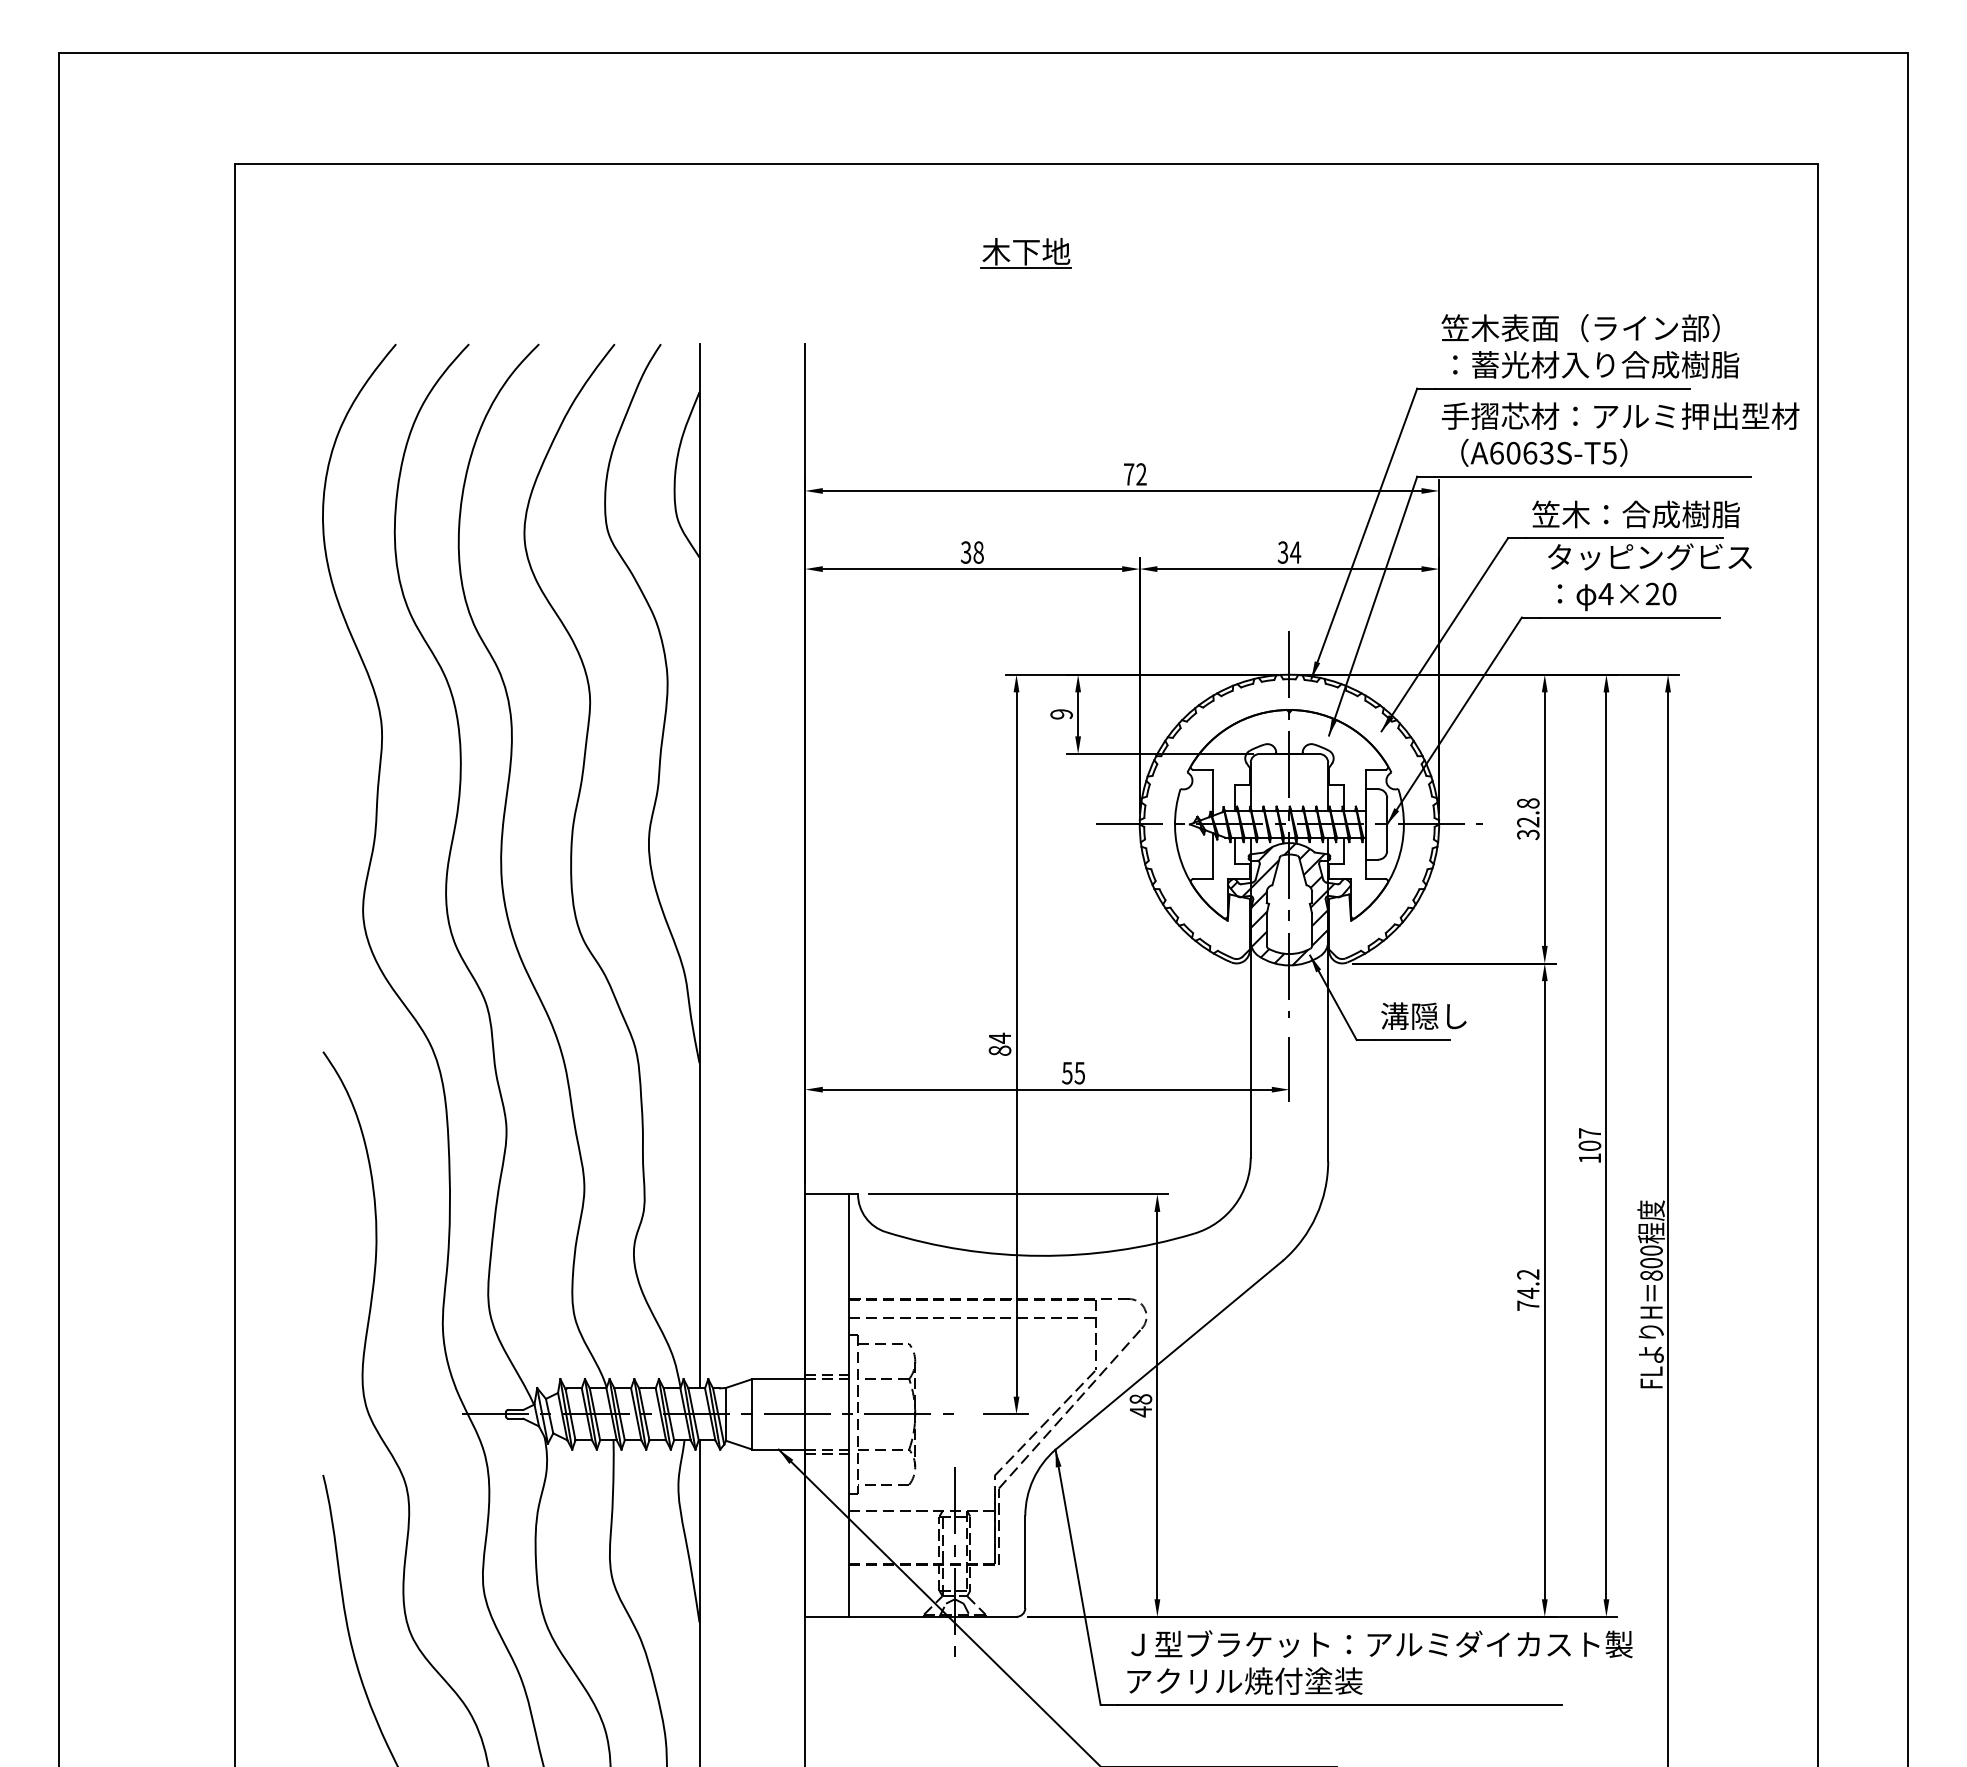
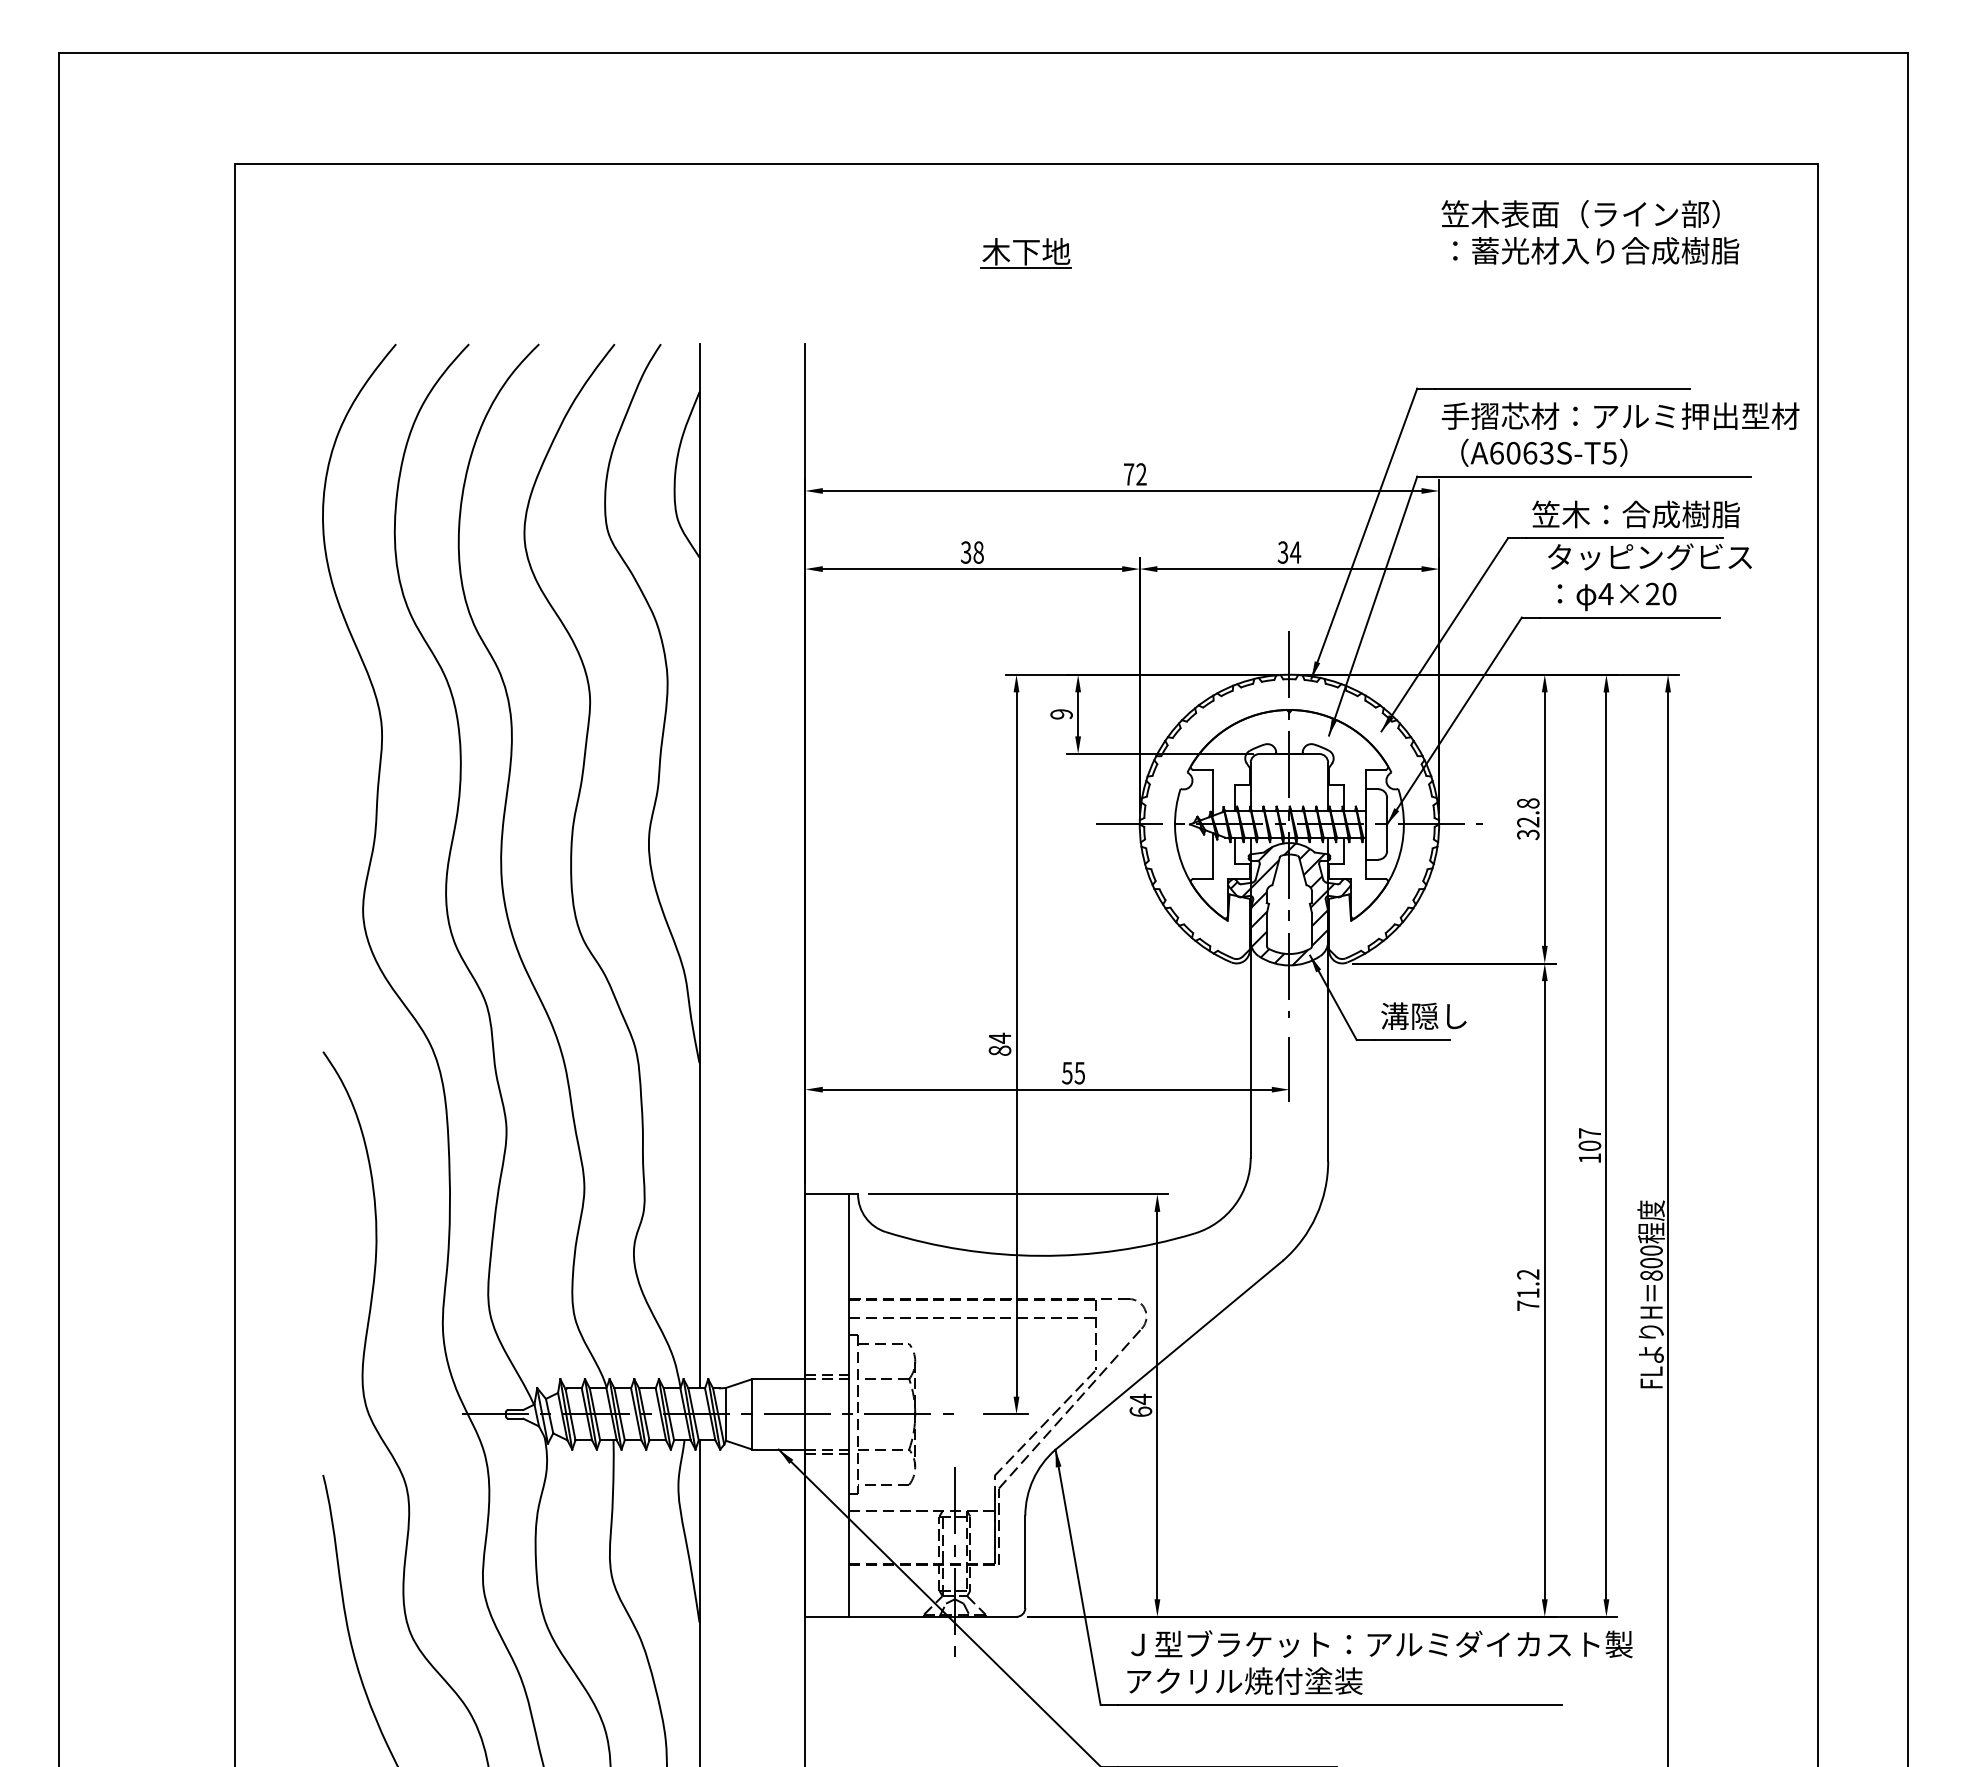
text at (1590, 346) position: (1590, 346) -> (1590, 232)
text at (1528, 1293): 74.2 -> 71.2
text at (1140, 1405): 48 -> 64
